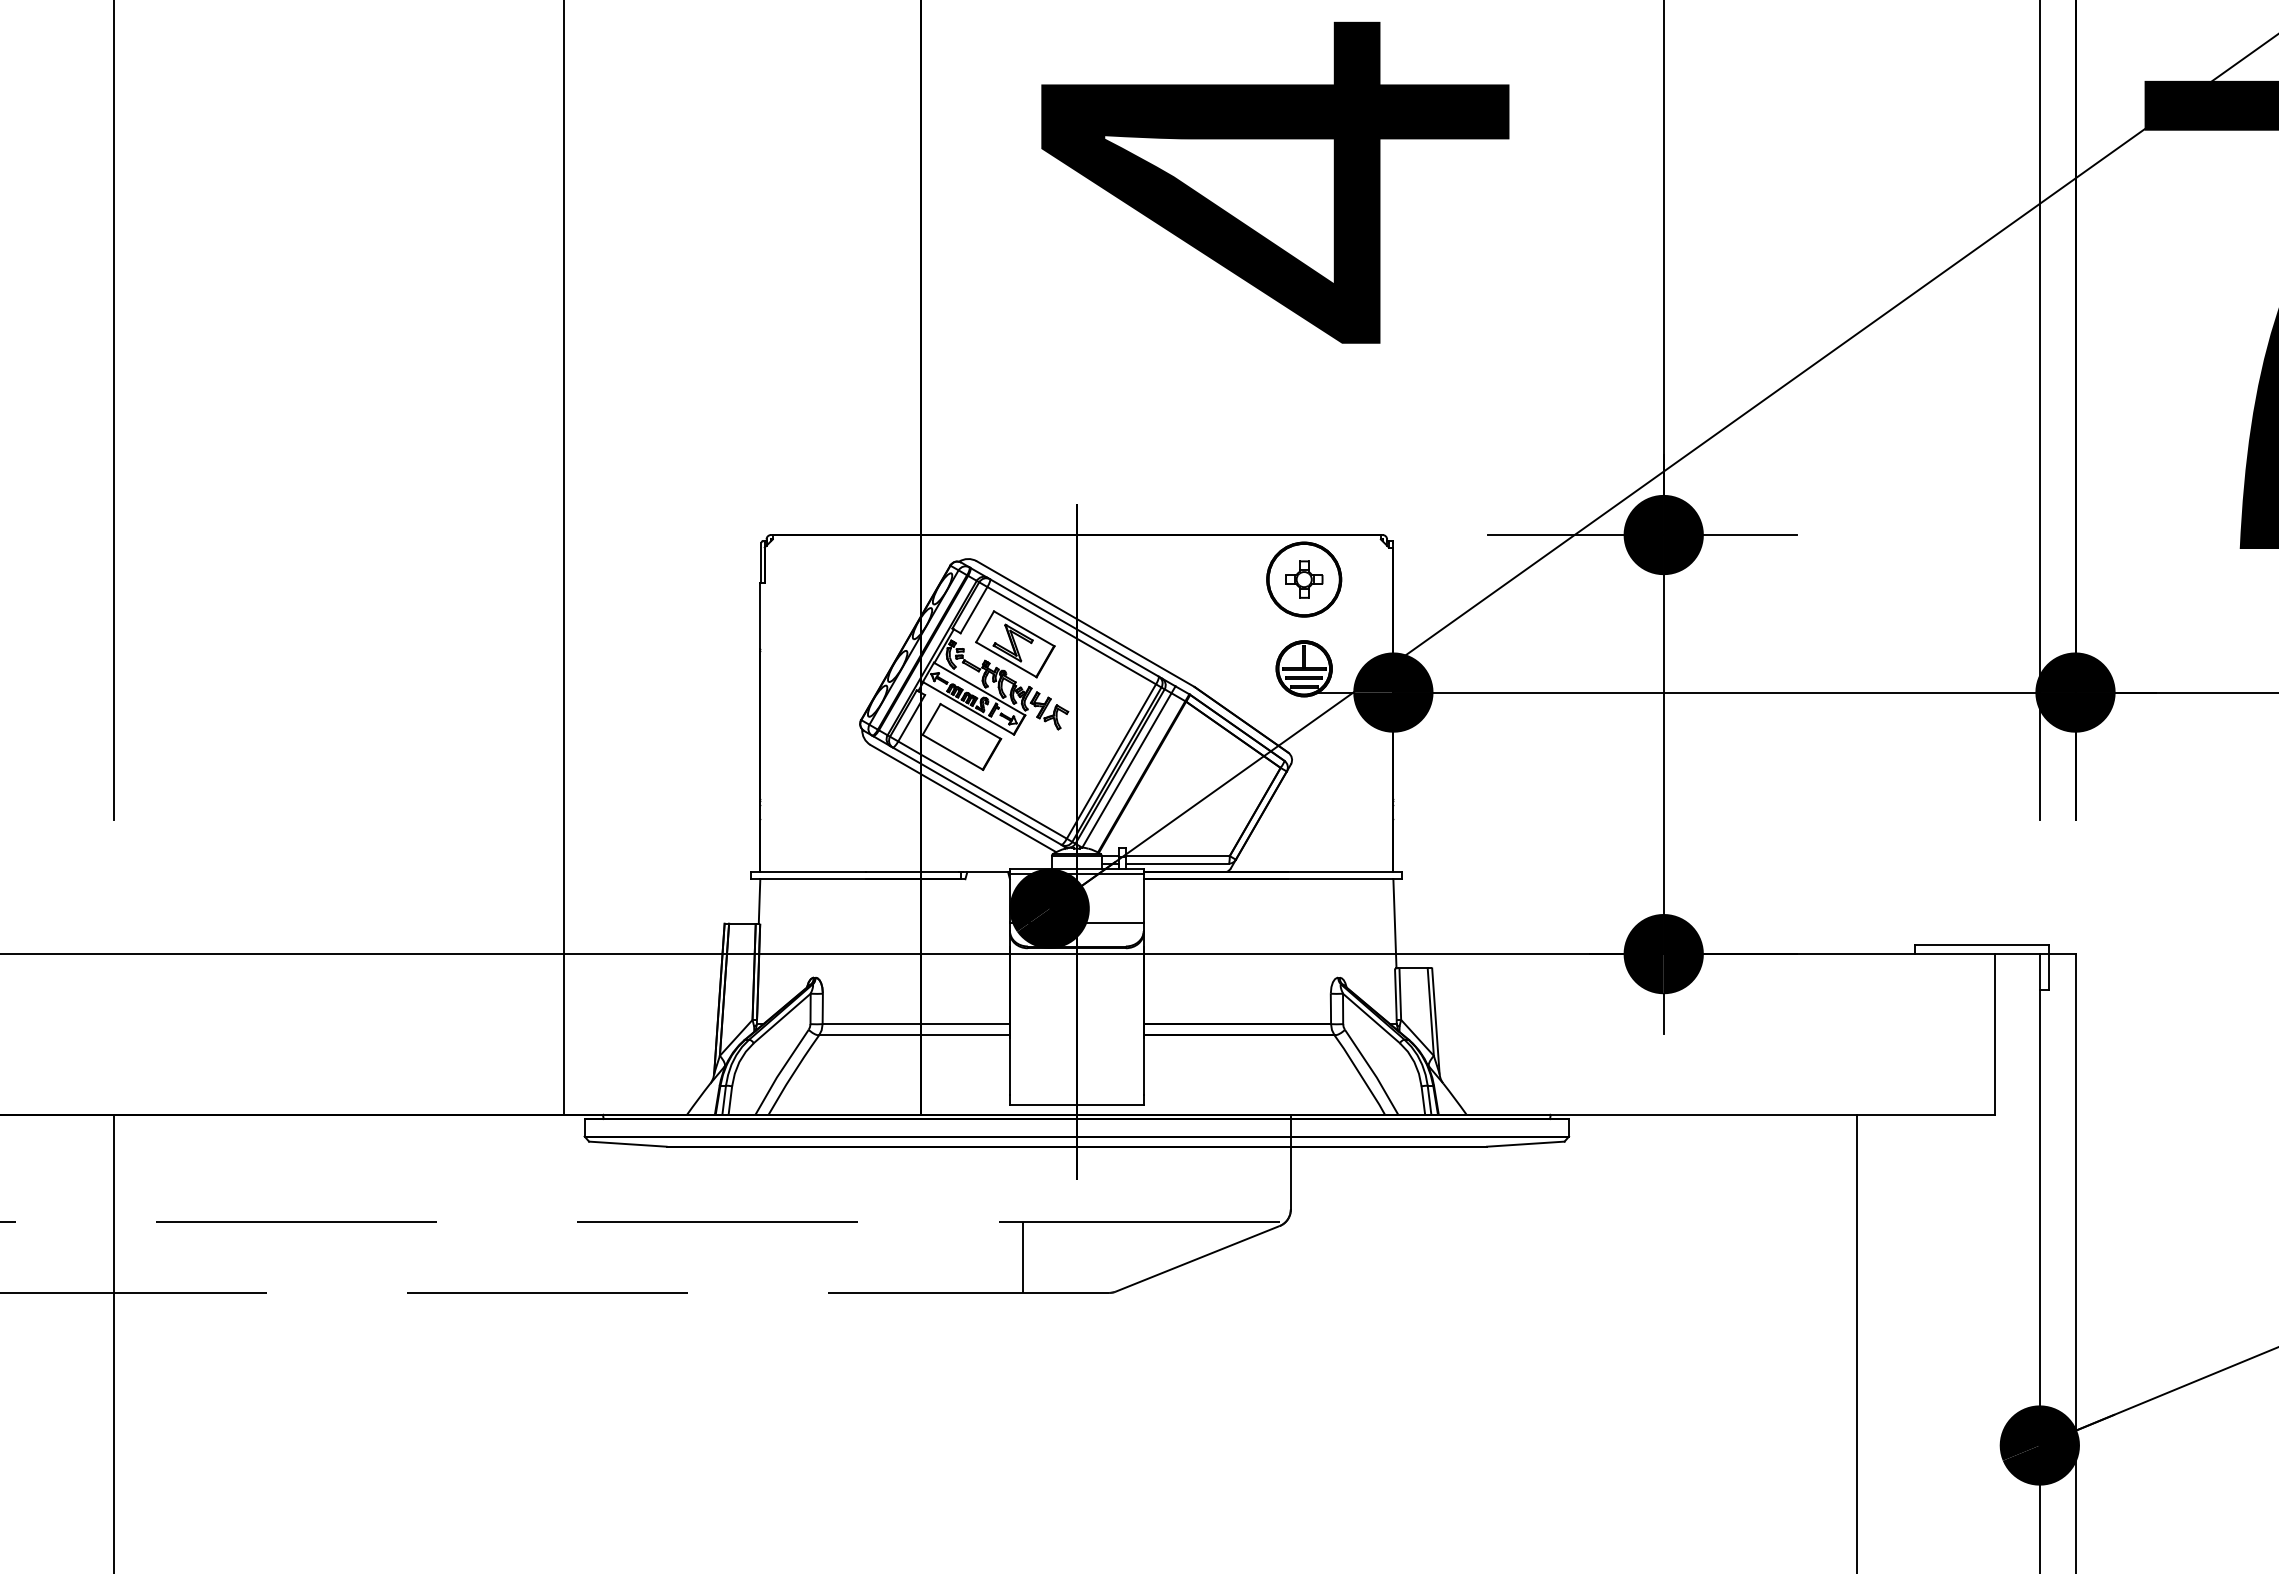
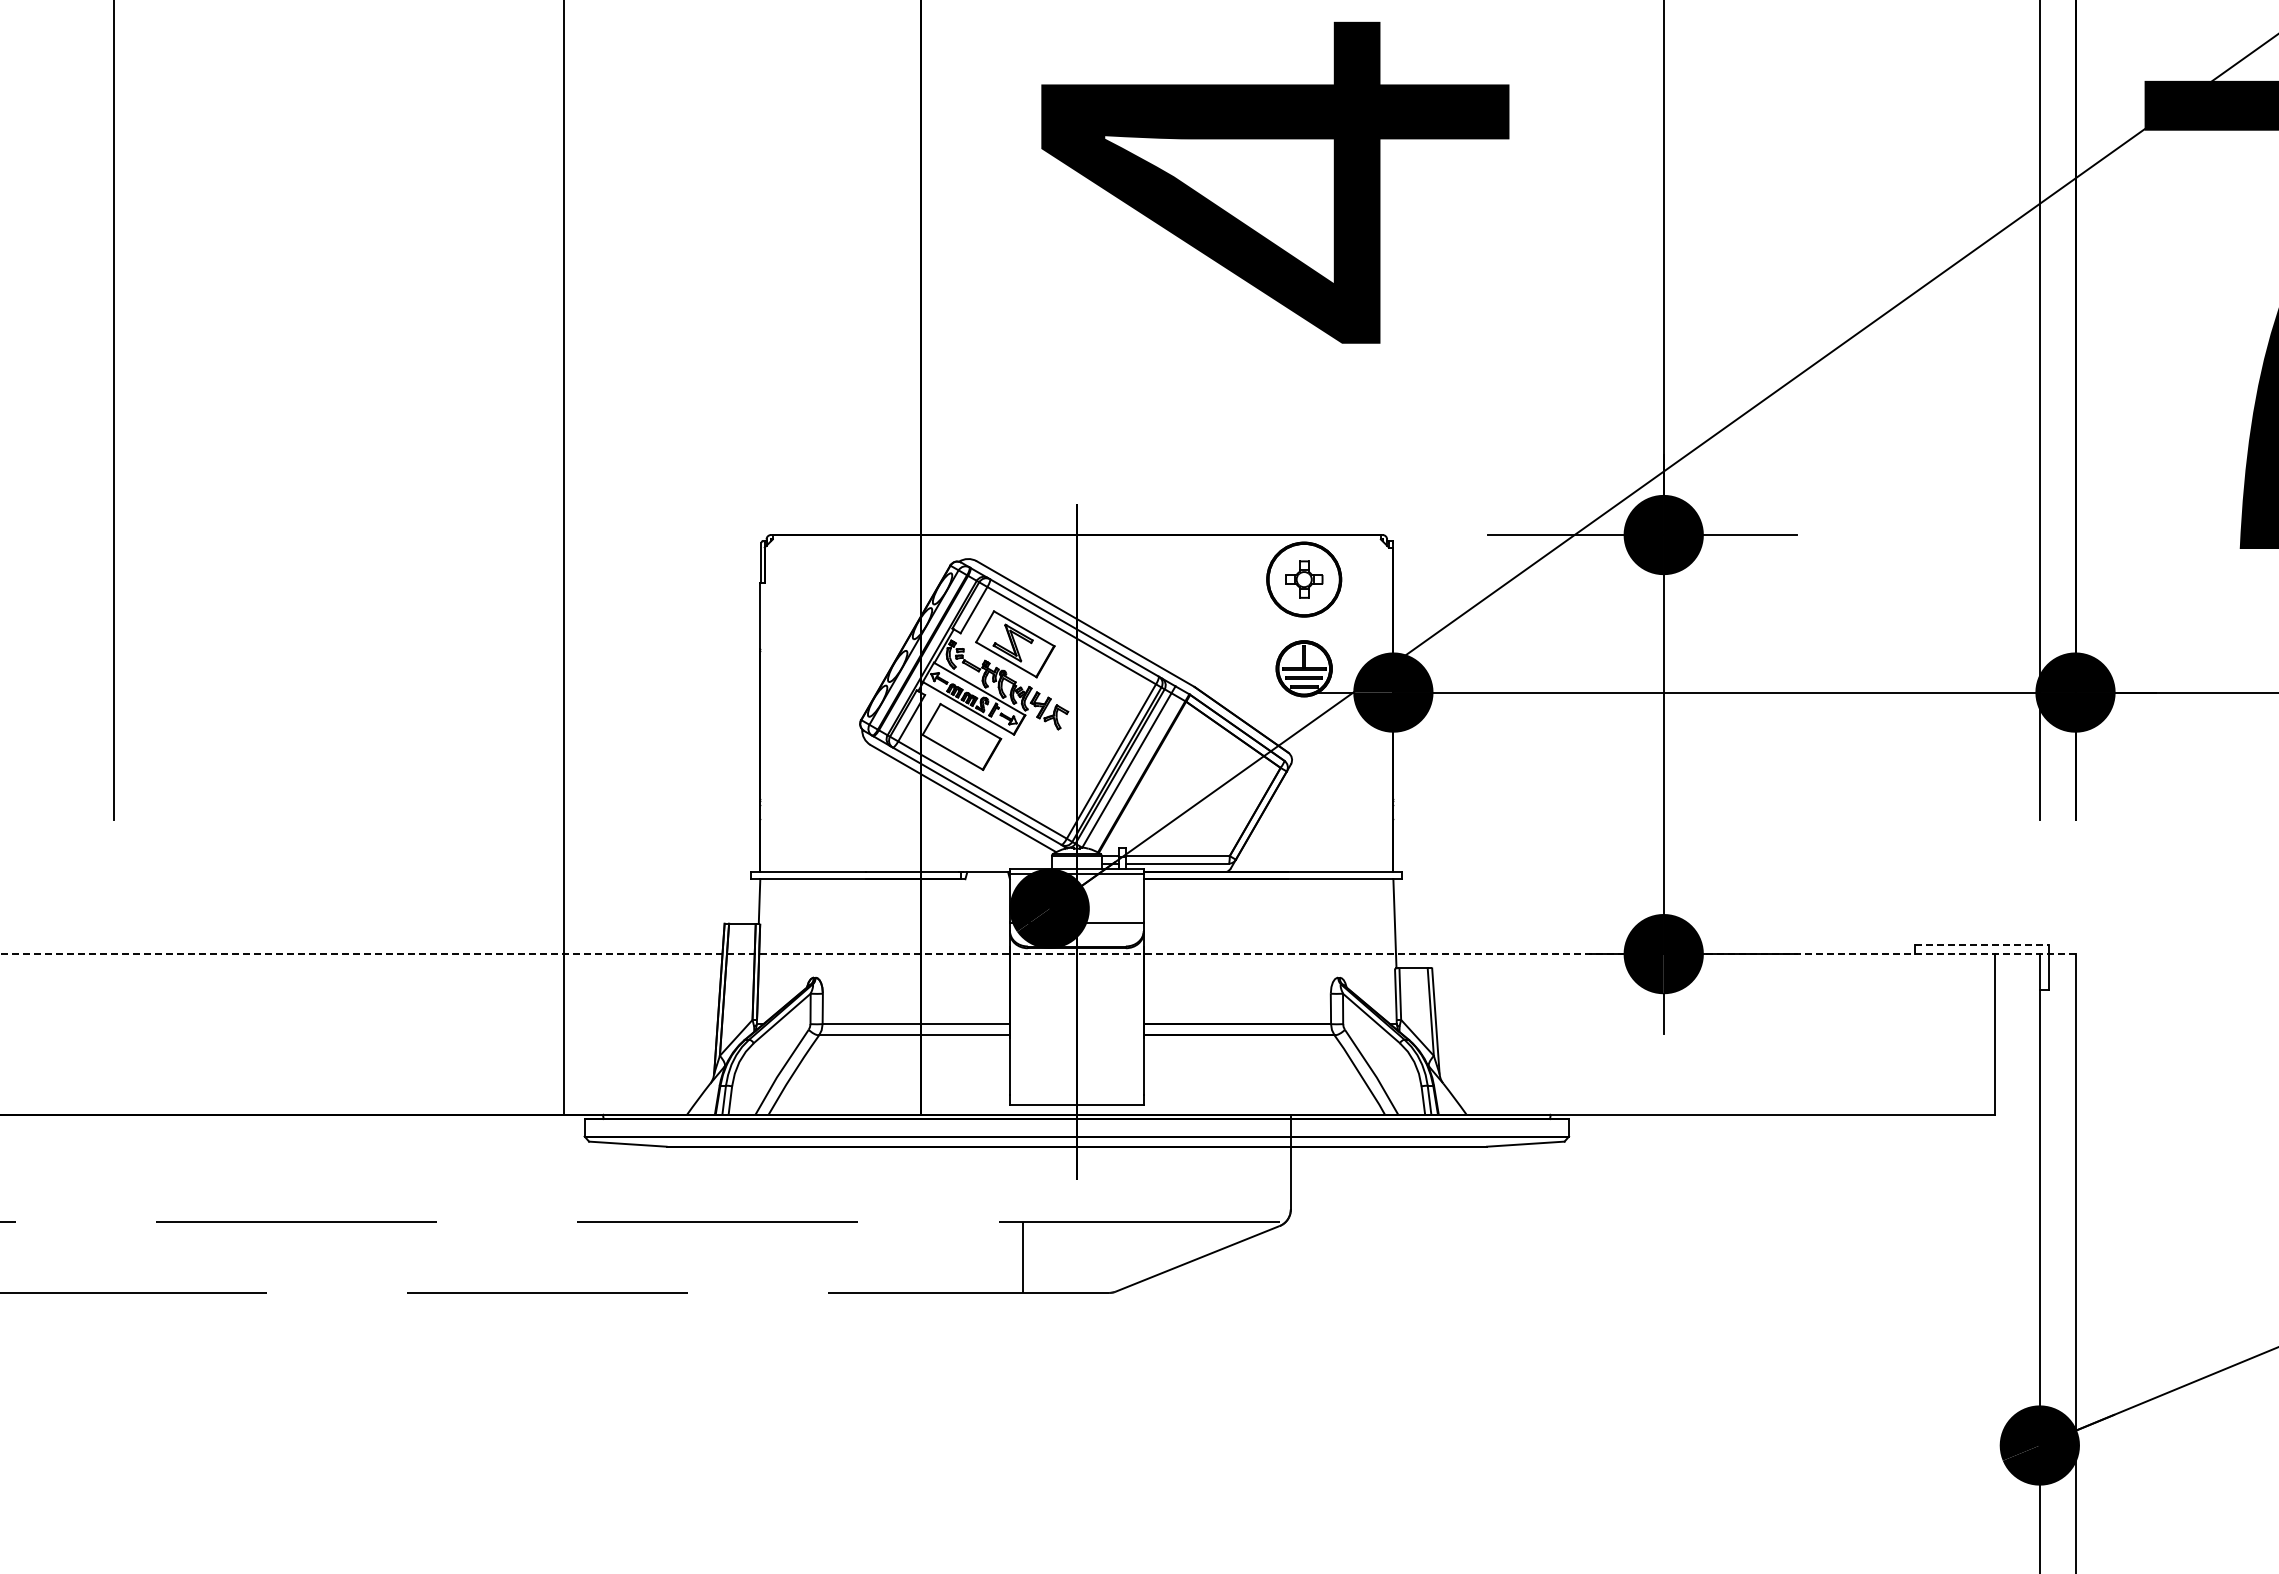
line at (1981, 945): solid -> dashed
line at (1037, 954): solid -> dashed
line at (113, 1342): present -> none
line at (1857, 1342): present -> none
